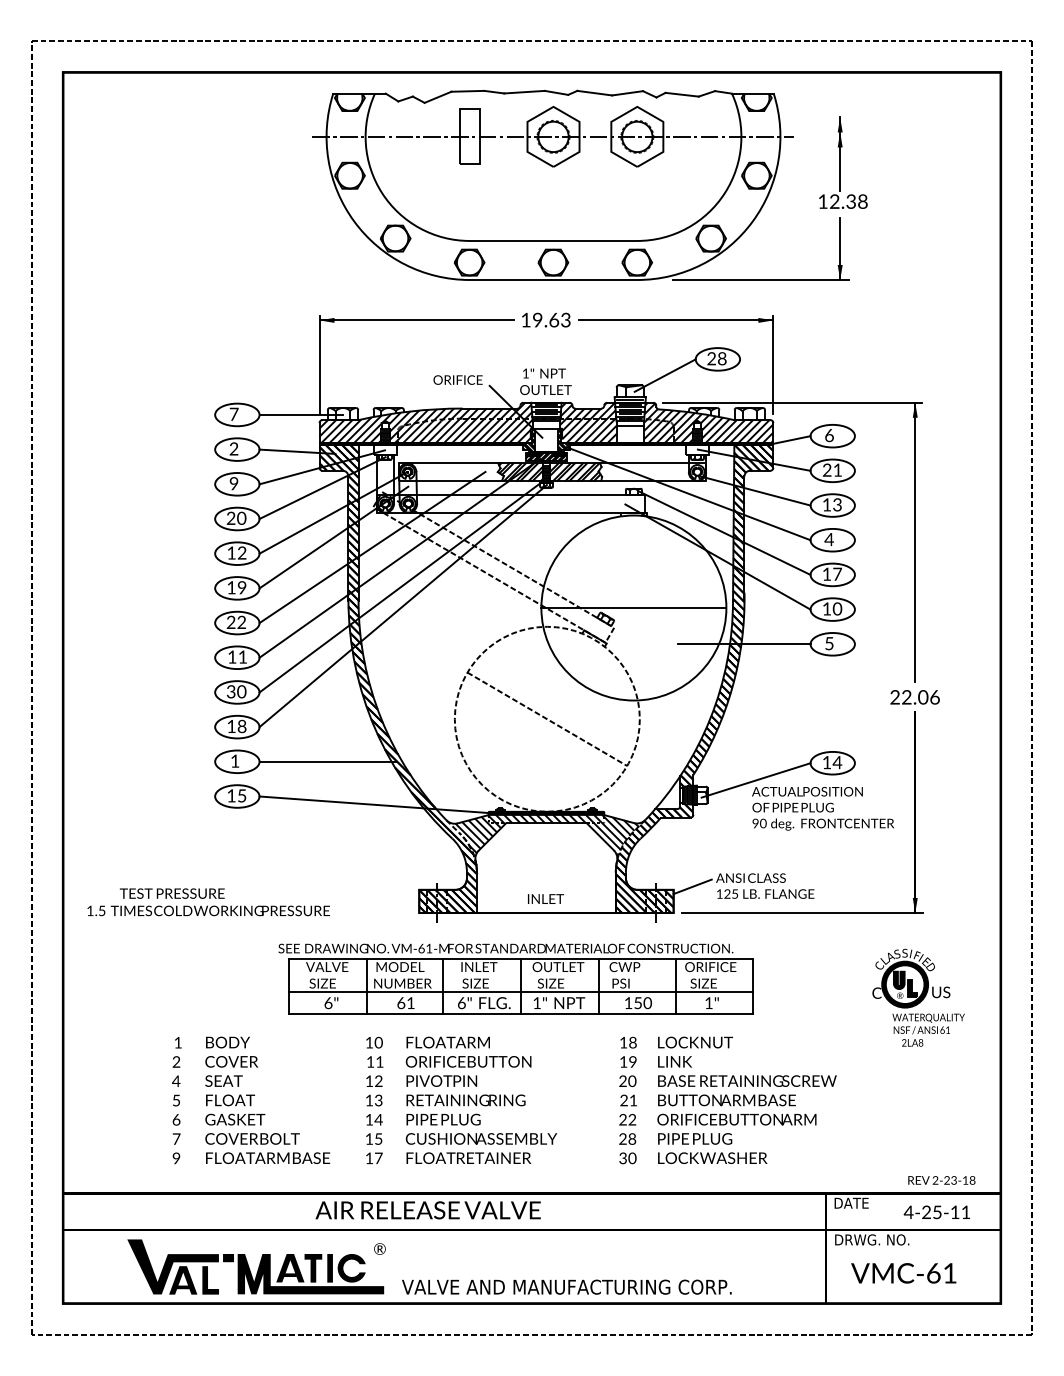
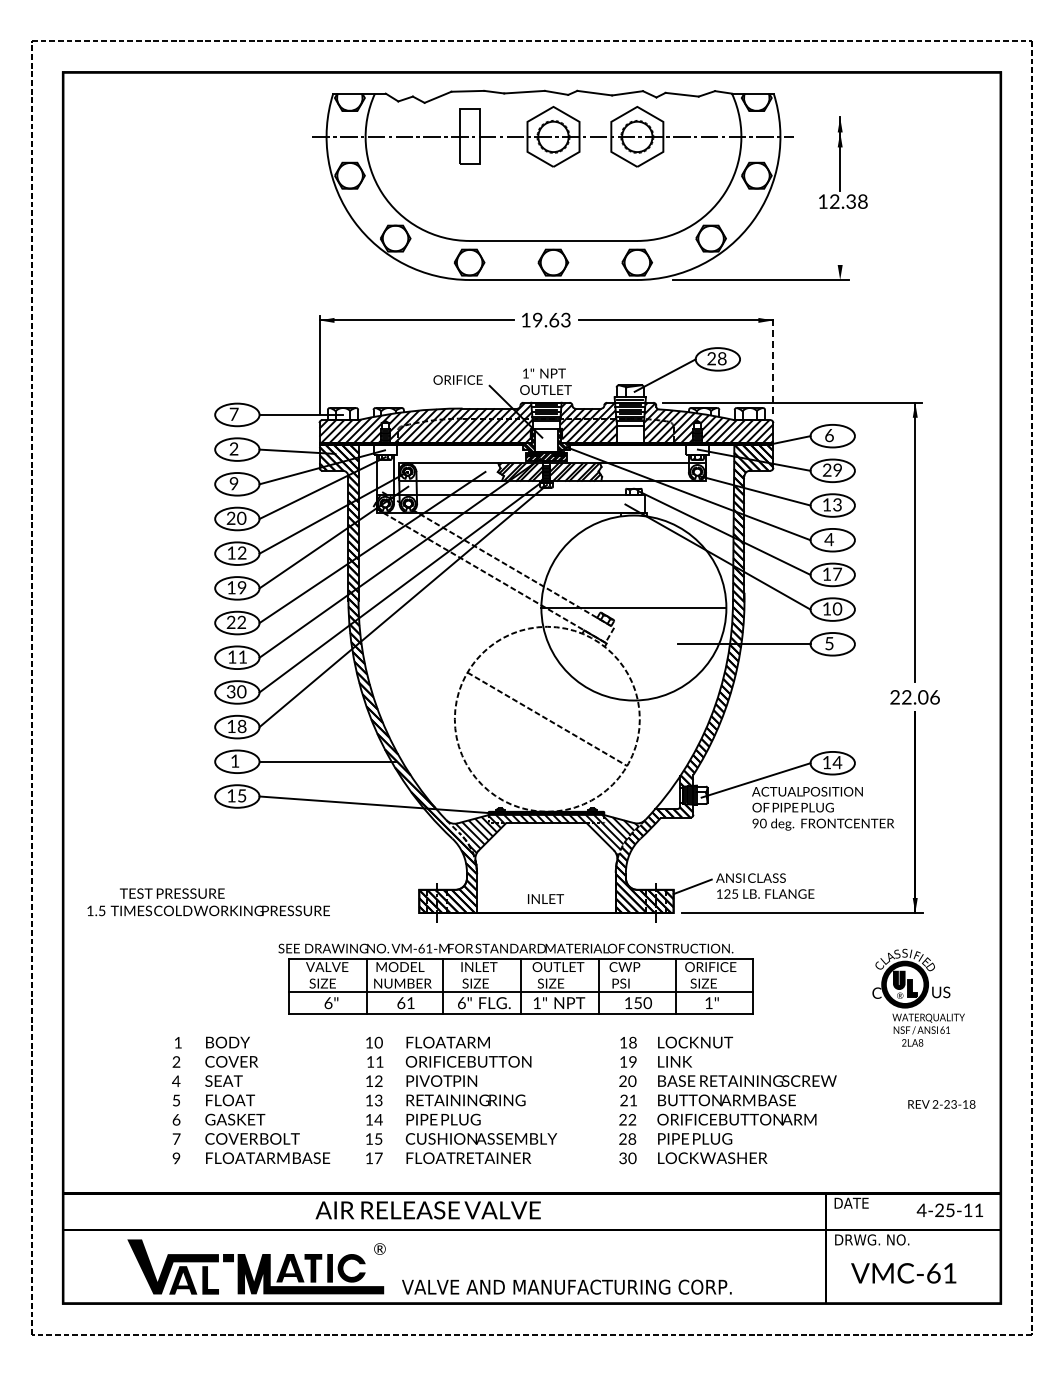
line at (840, 249): present -> none
line at (773, 364): solid -> dashed
text at (837, 469): 21 -> 29
text at (941, 1180) position: (941, 1180) -> (941, 1104)
text at (936, 1212) position: (936, 1212) -> (949, 1210)
